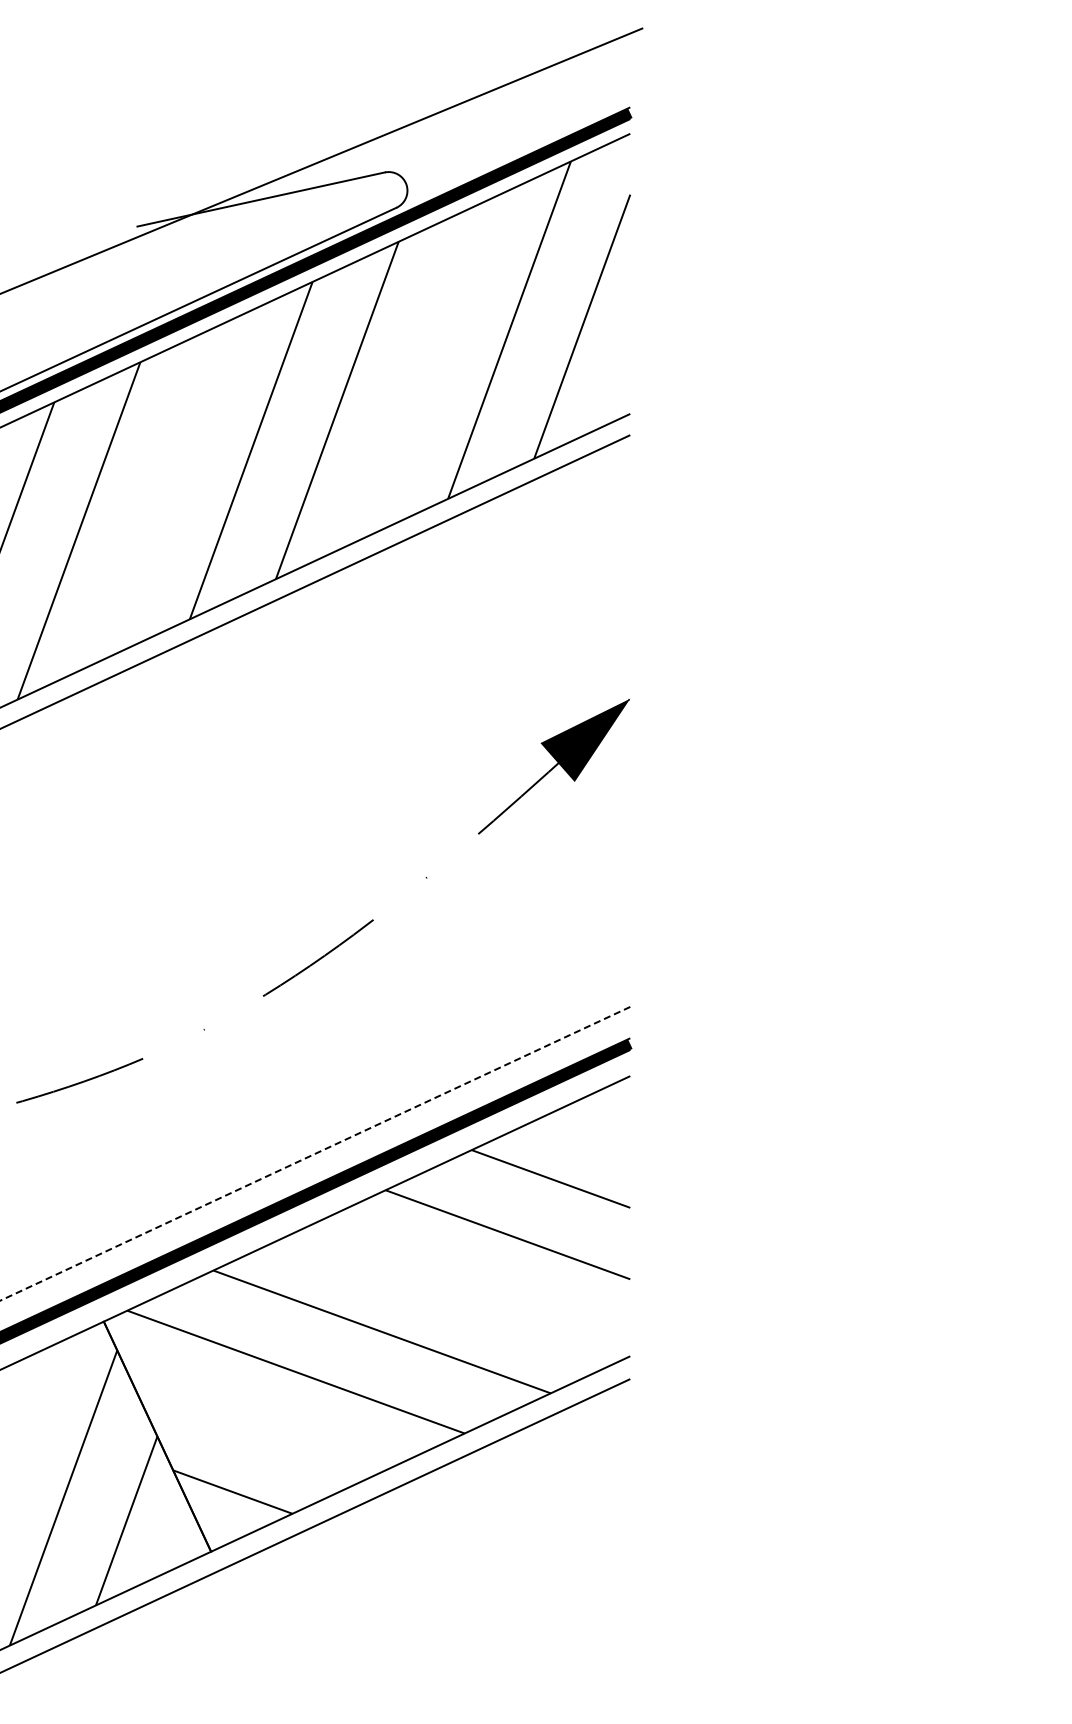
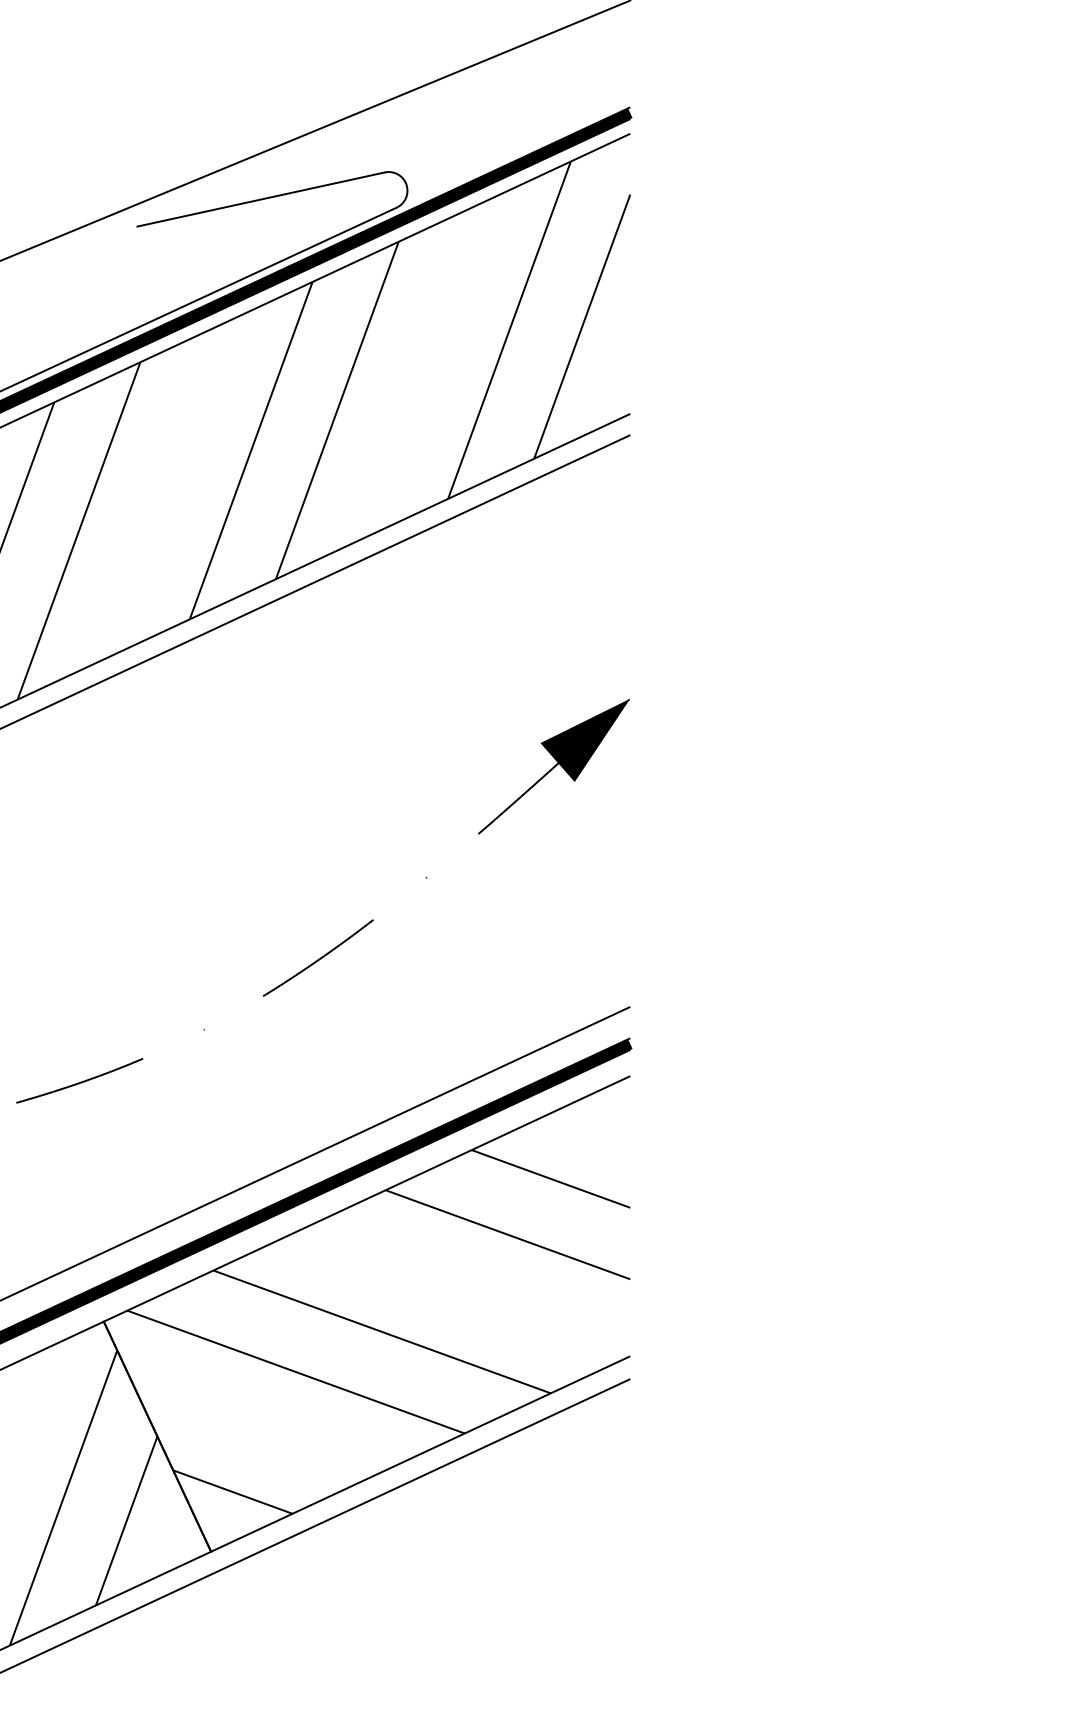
line at (322, 160) position: (322, 160) -> (314, 131)
line at (315, 1153): dashed -> solid
